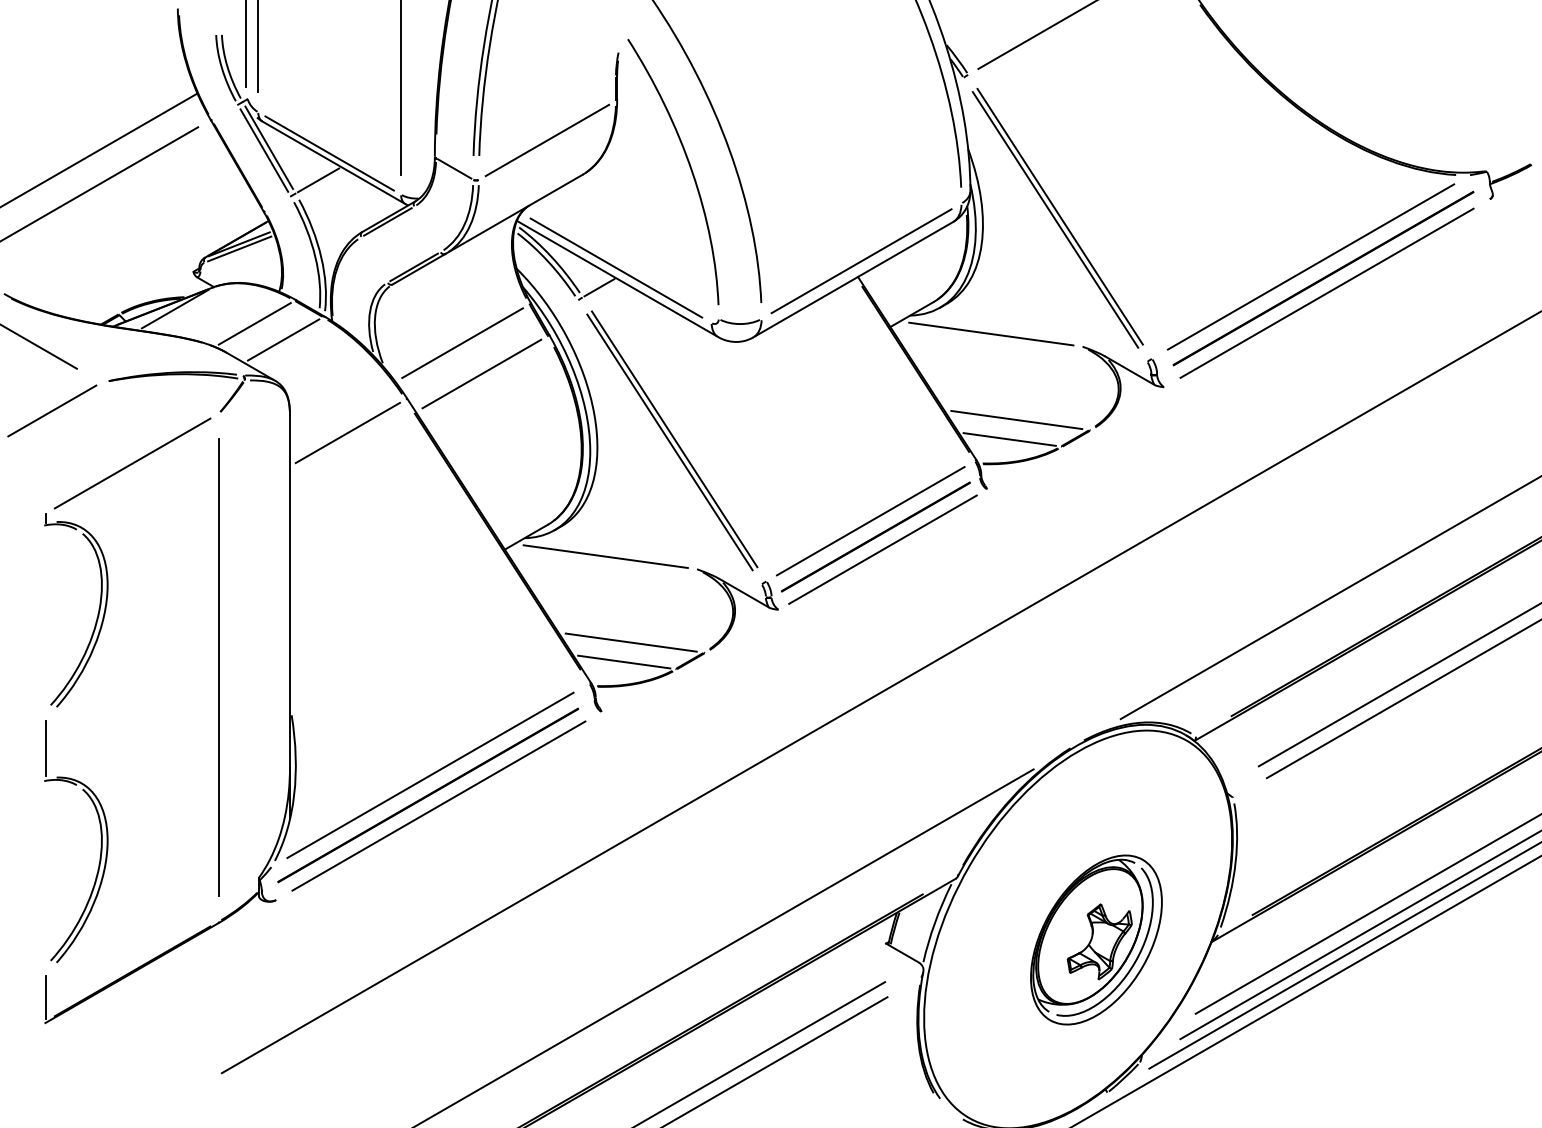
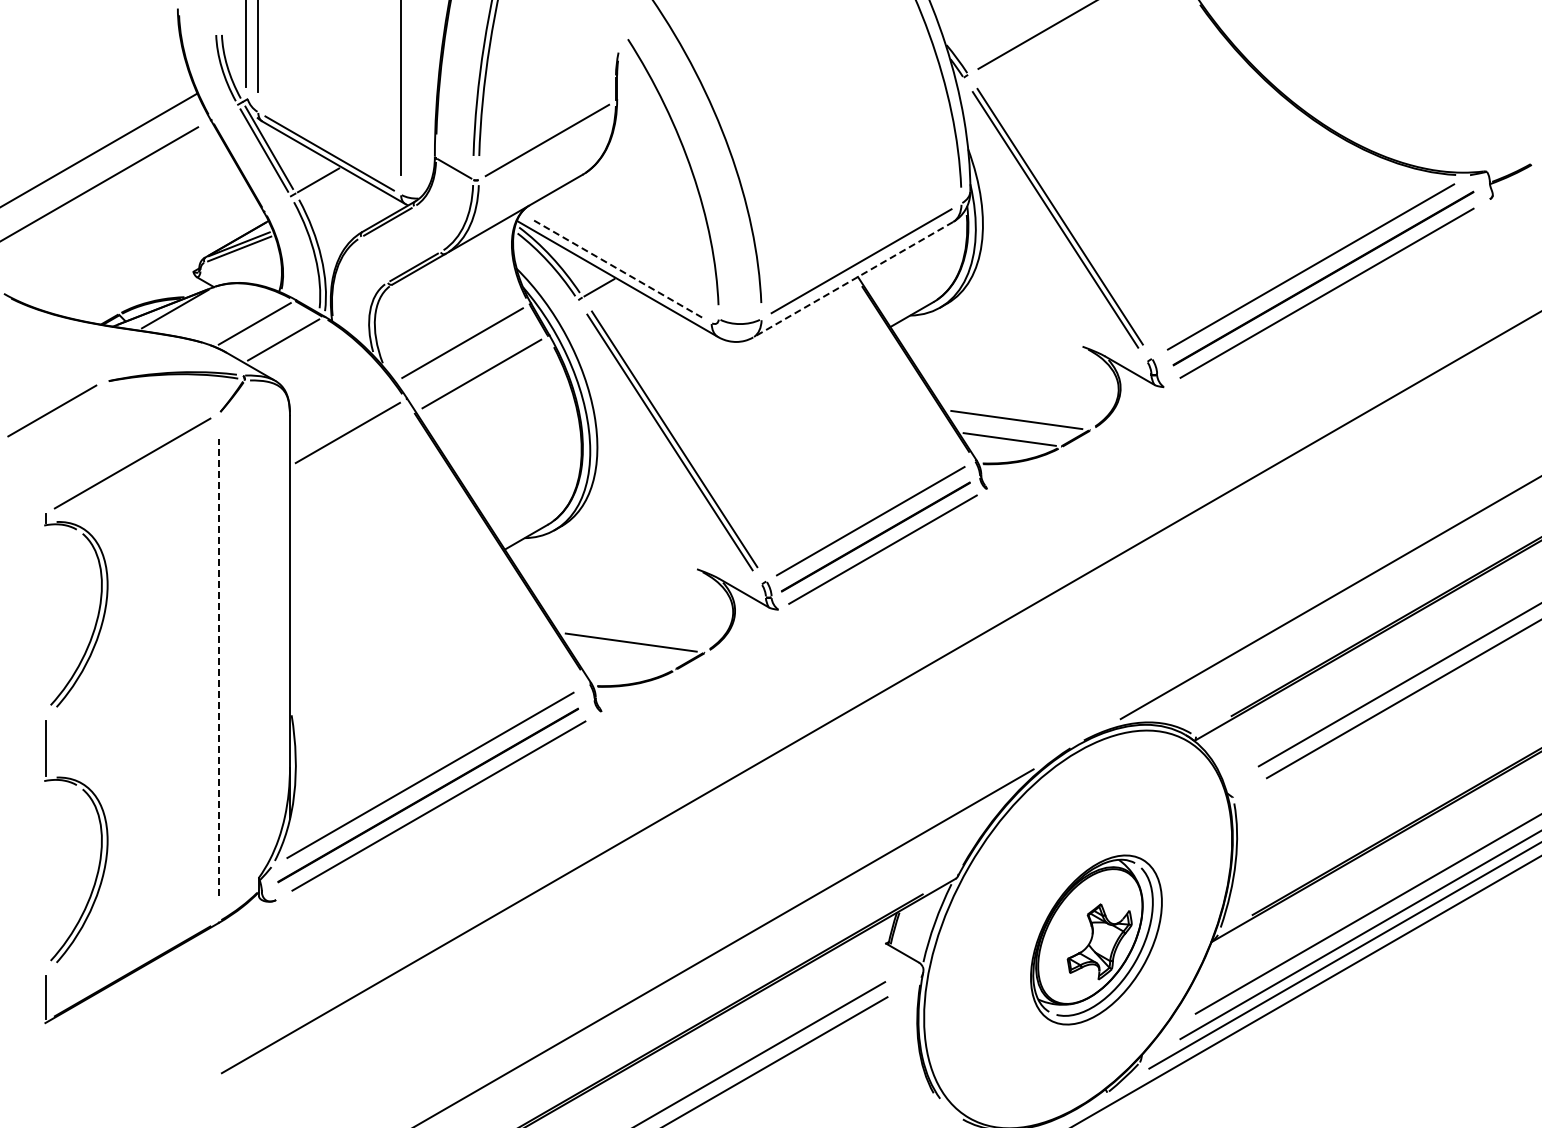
line at (616, 268): solid -> dashed
line at (852, 279): solid -> dashed
line at (991, 333): present -> none
line at (39, 346): present -> none
line at (605, 556): present -> none
line at (624, 661): present -> none
line at (219, 667): solid -> dashed
